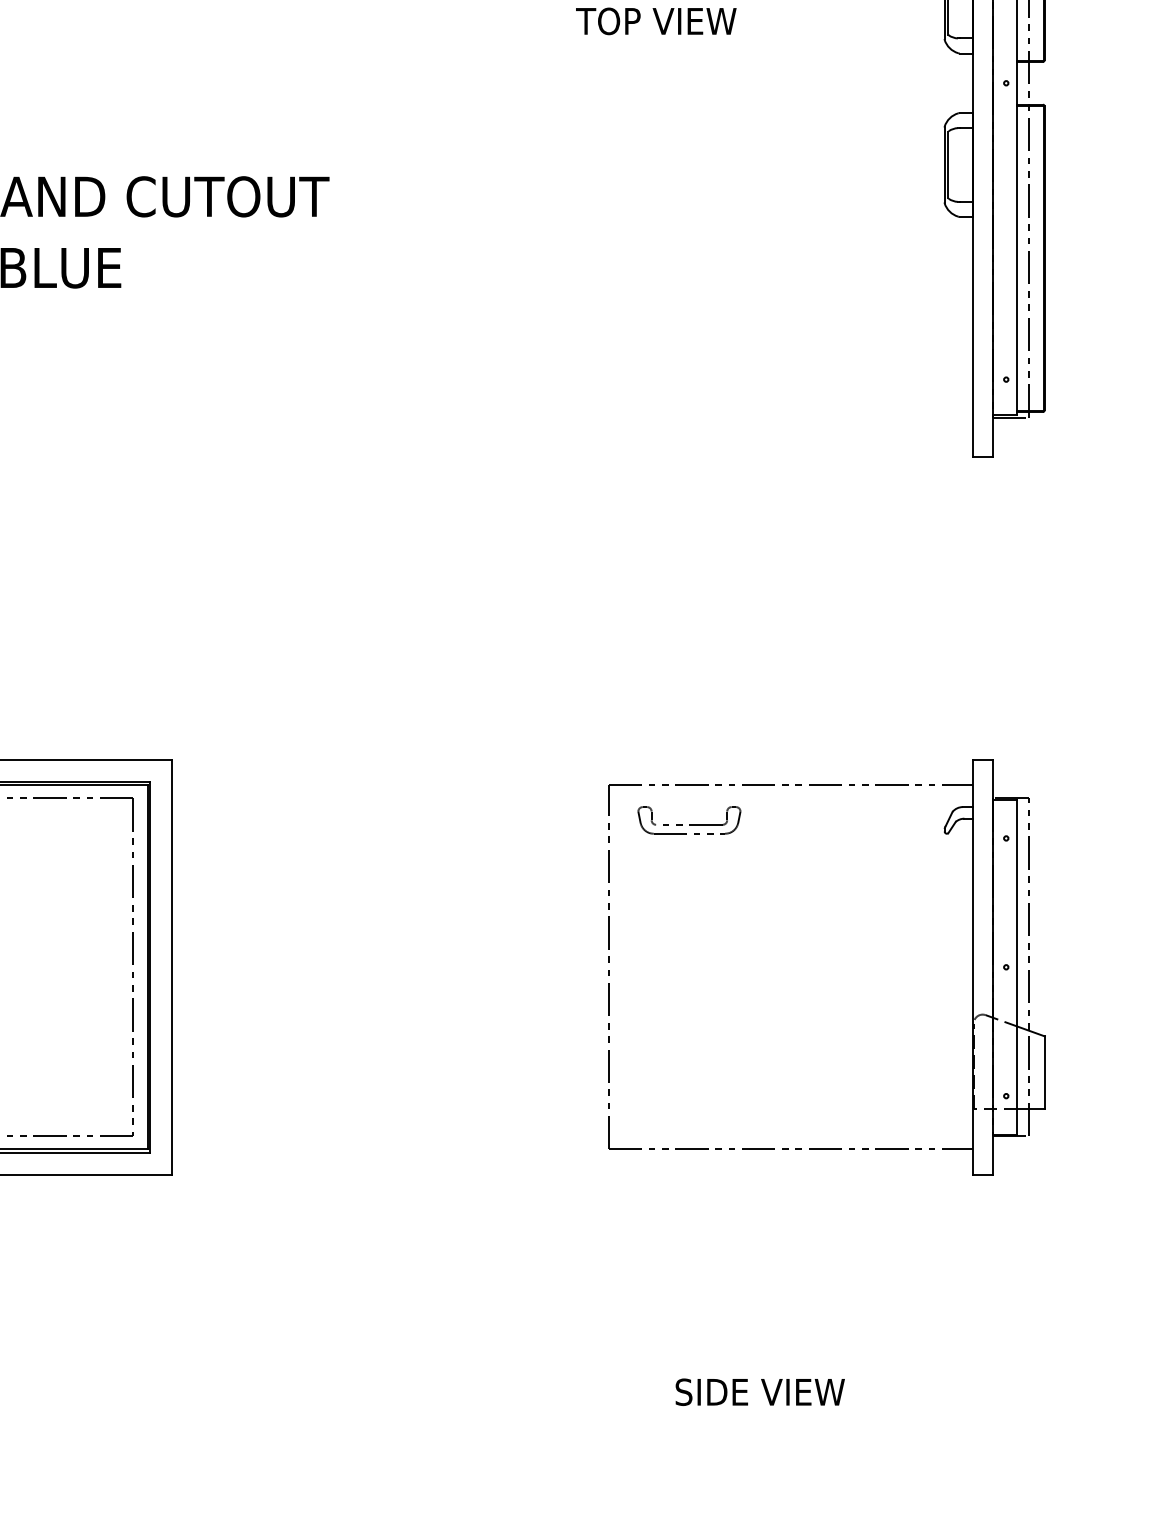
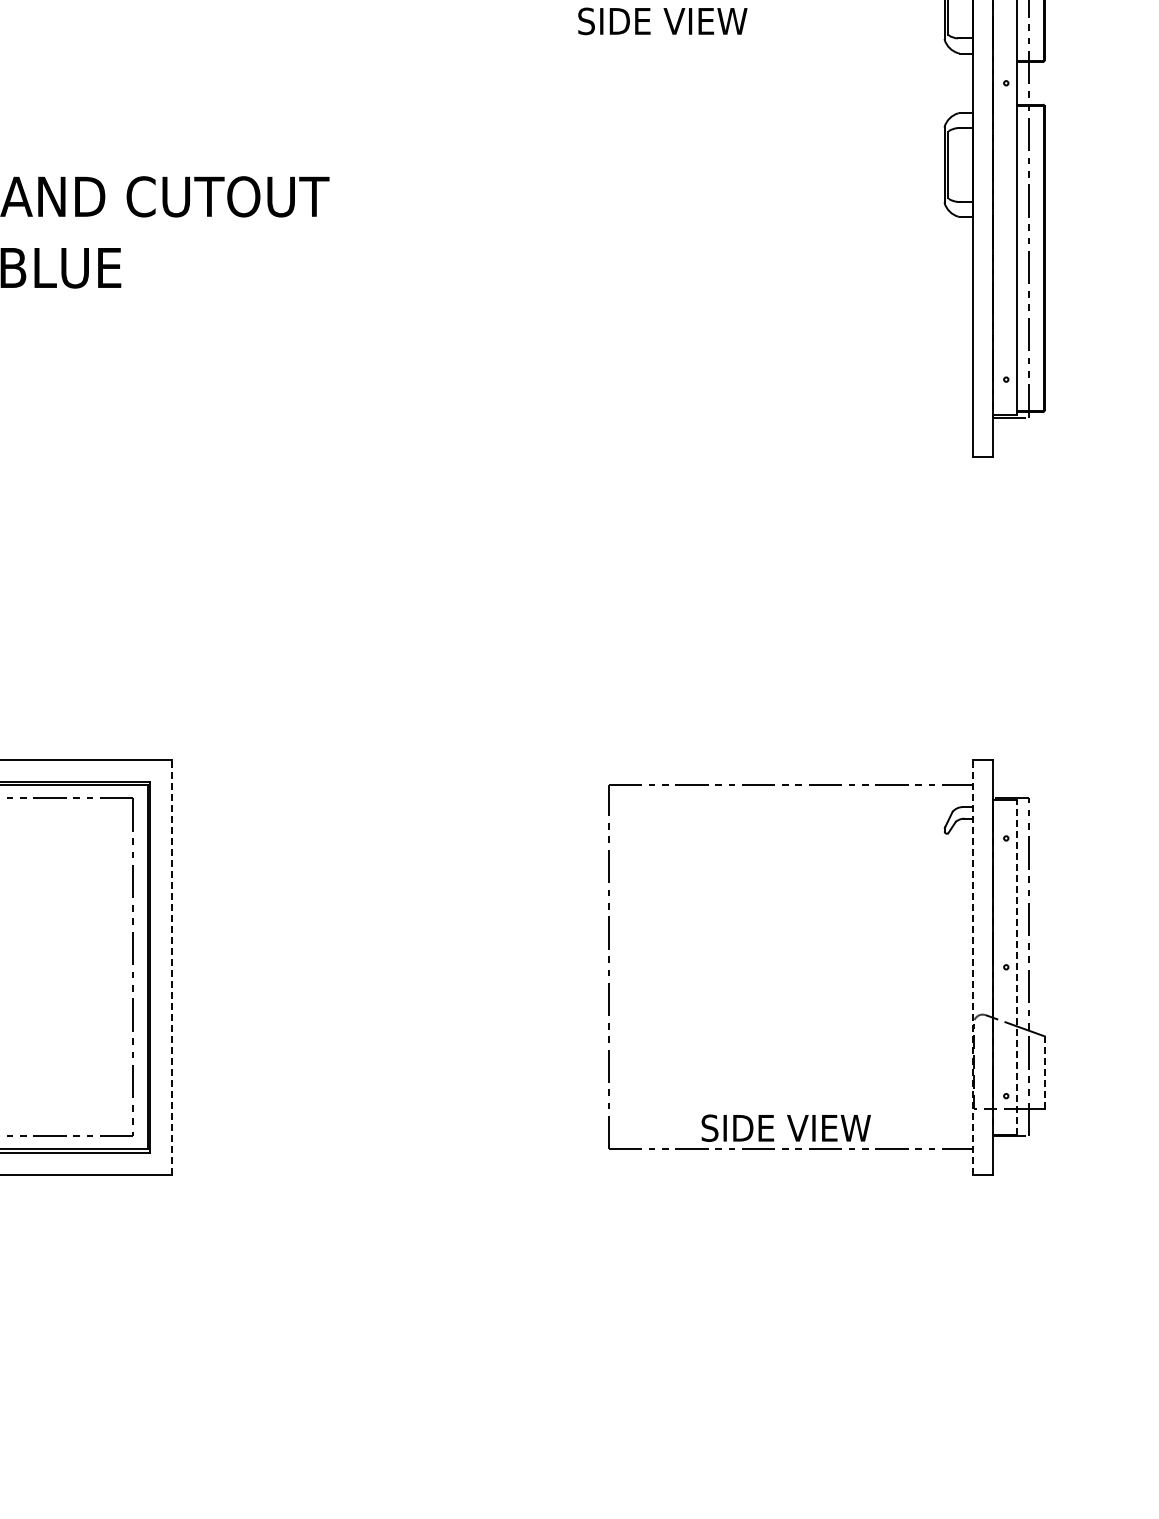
text at (661, 21): TOP VIEW -> SIDE VIEW
part at (689, 820): present -> none
line at (172, 967): solid -> dashed
line at (972, 967): solid -> dashed
line at (1017, 967): solid -> dashed
line at (1044, 1073): solid -> dashed
text at (759, 1391) position: (759, 1391) -> (785, 1127)
